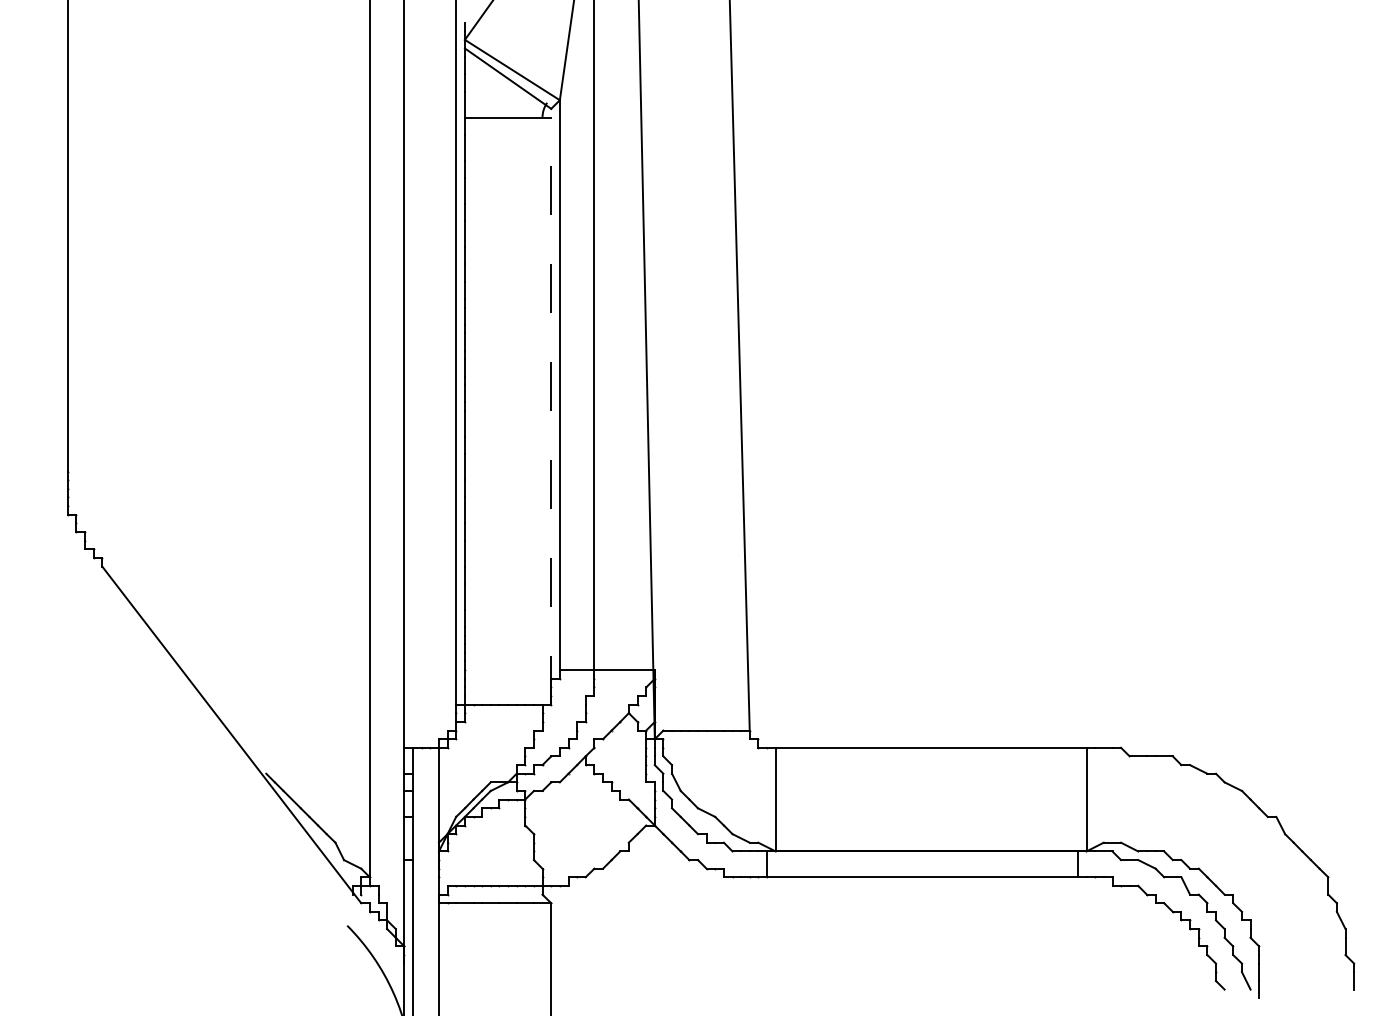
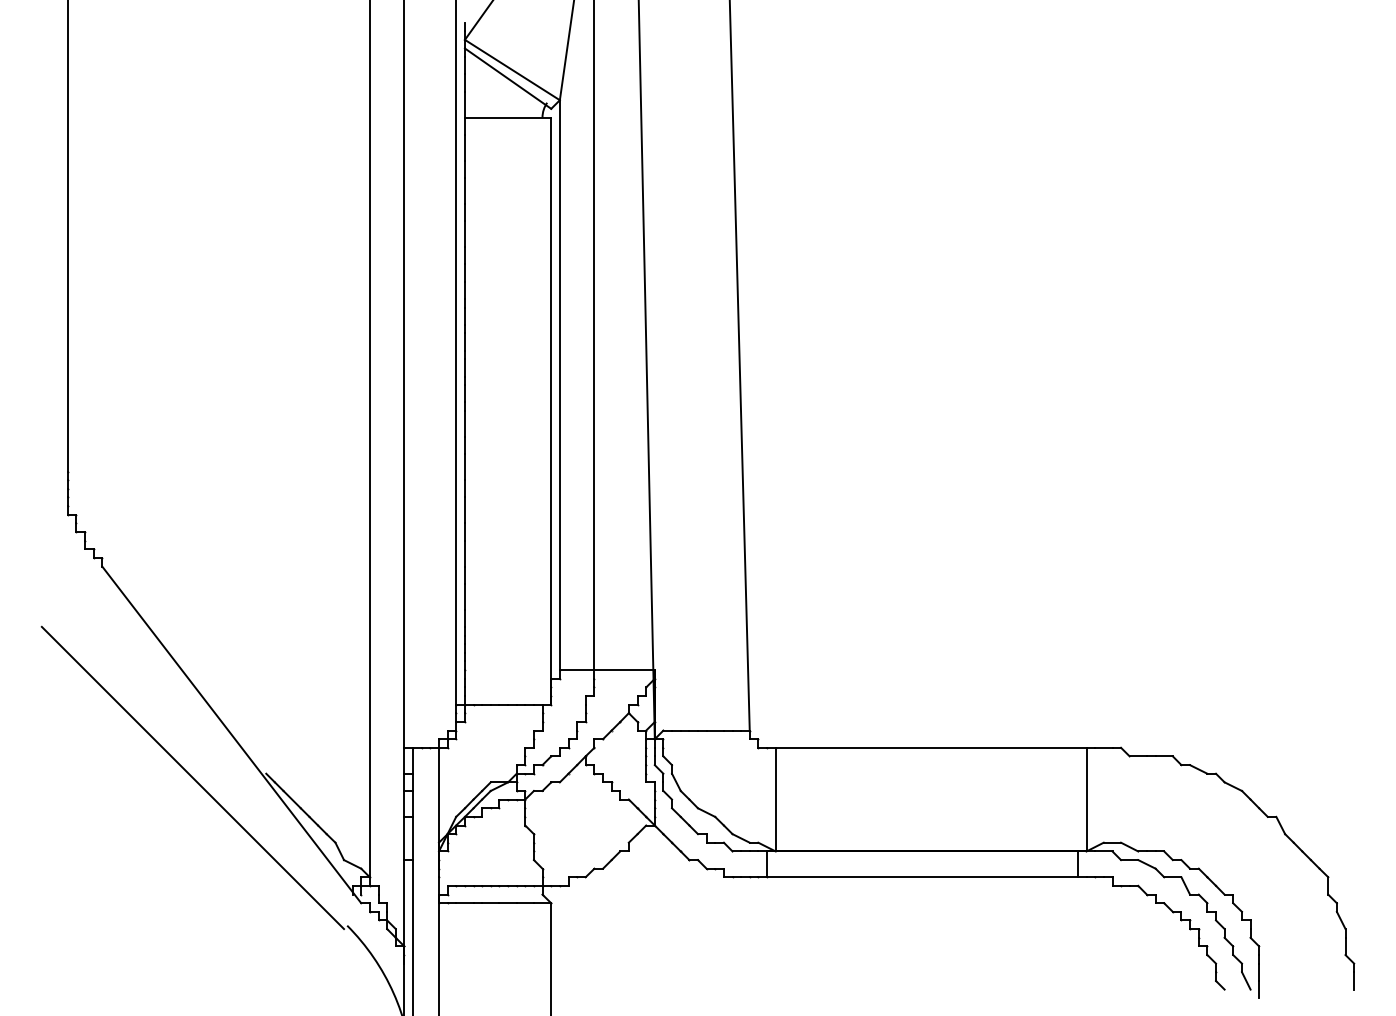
line at (551, 411): dashed -> solid
line at (192, 777): none -> present
